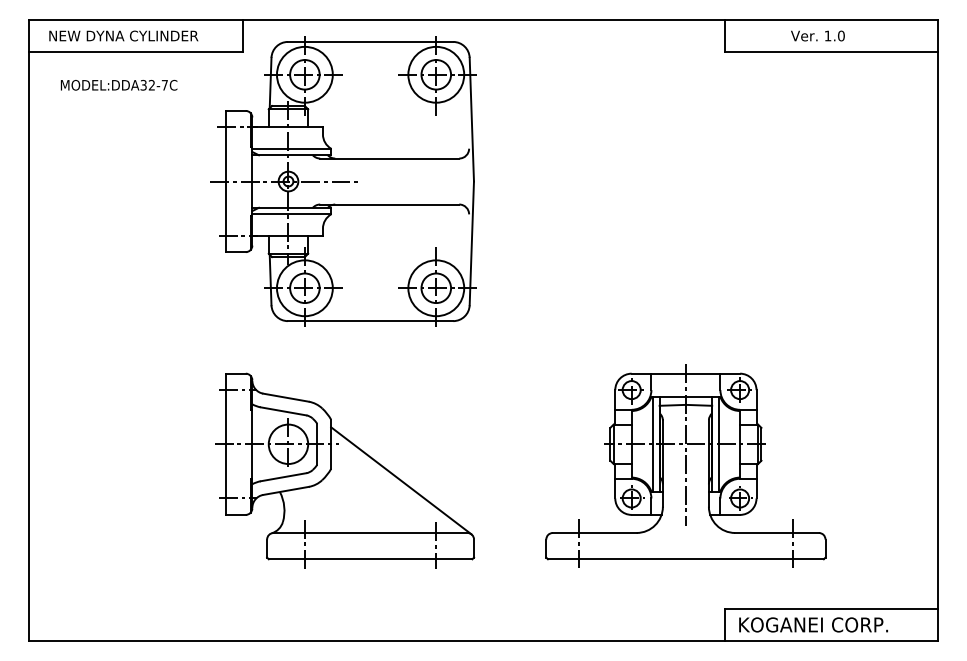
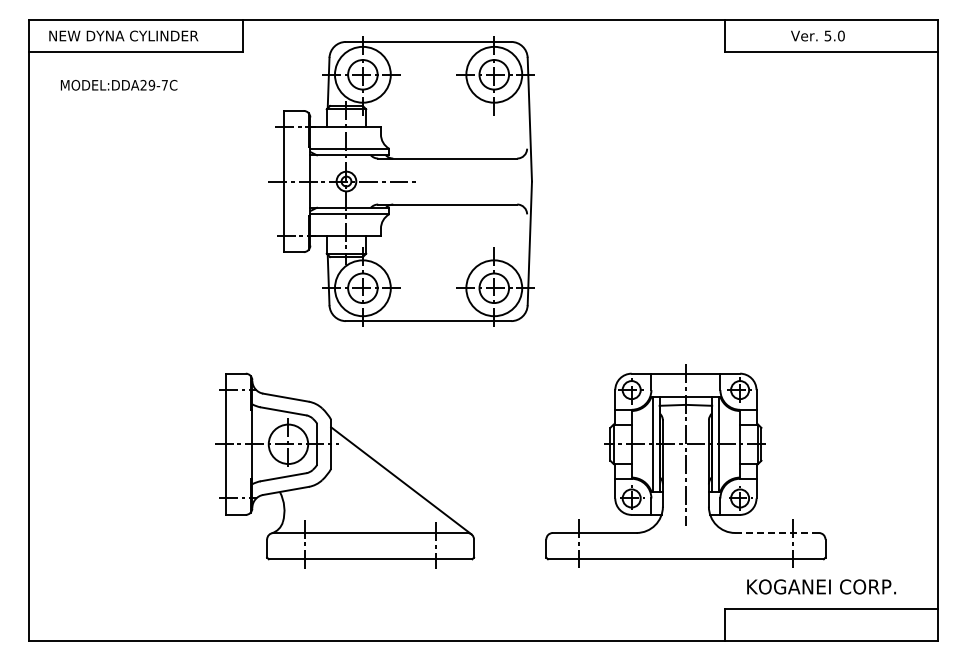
text at (827, 35): 1.0 -> 5.0
text at (147, 85): MODEL:DDA32-7C -> MODEL:DDA29-7C
part at (343, 181) position: (343, 181) -> (401, 181)
line at (777, 532): solid -> dashed
text at (813, 624) position: (813, 624) -> (821, 586)
